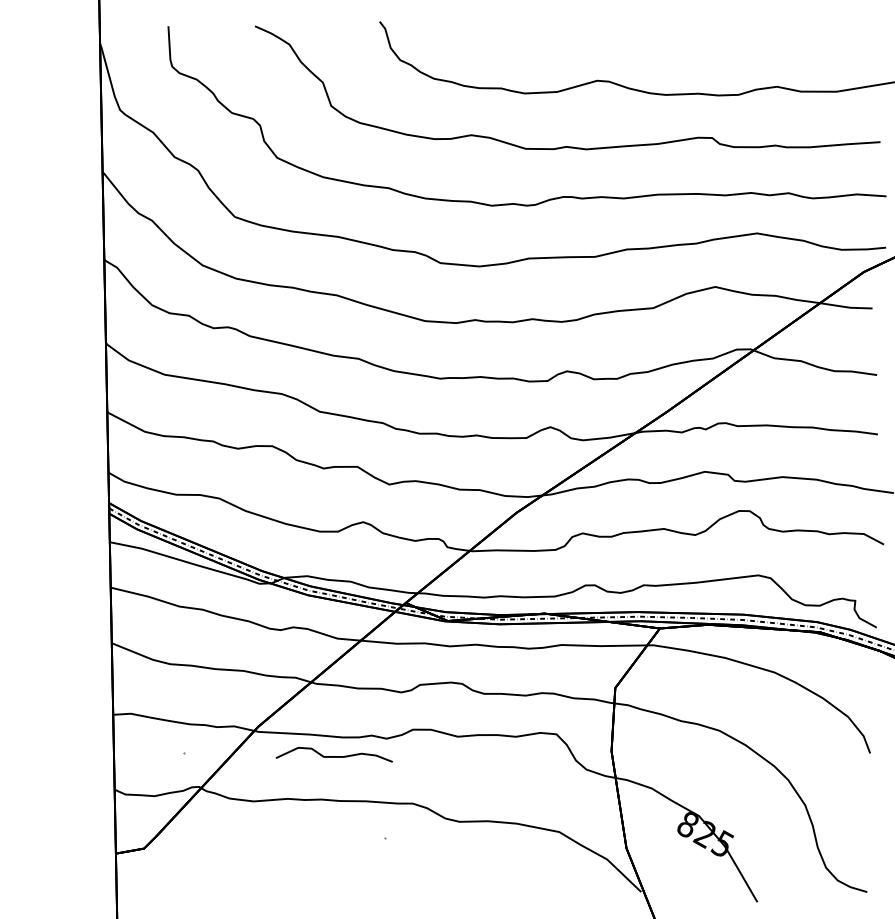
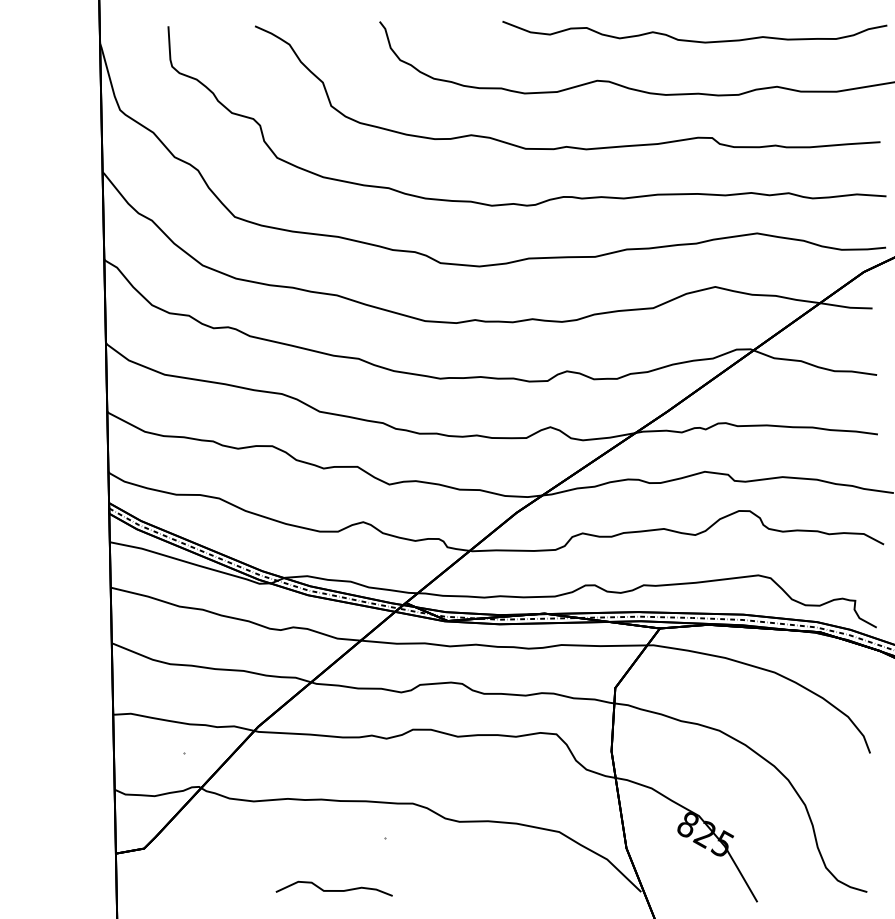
curve at (694, 40): none -> present
curve at (333, 756) position: (333, 756) -> (333, 890)
